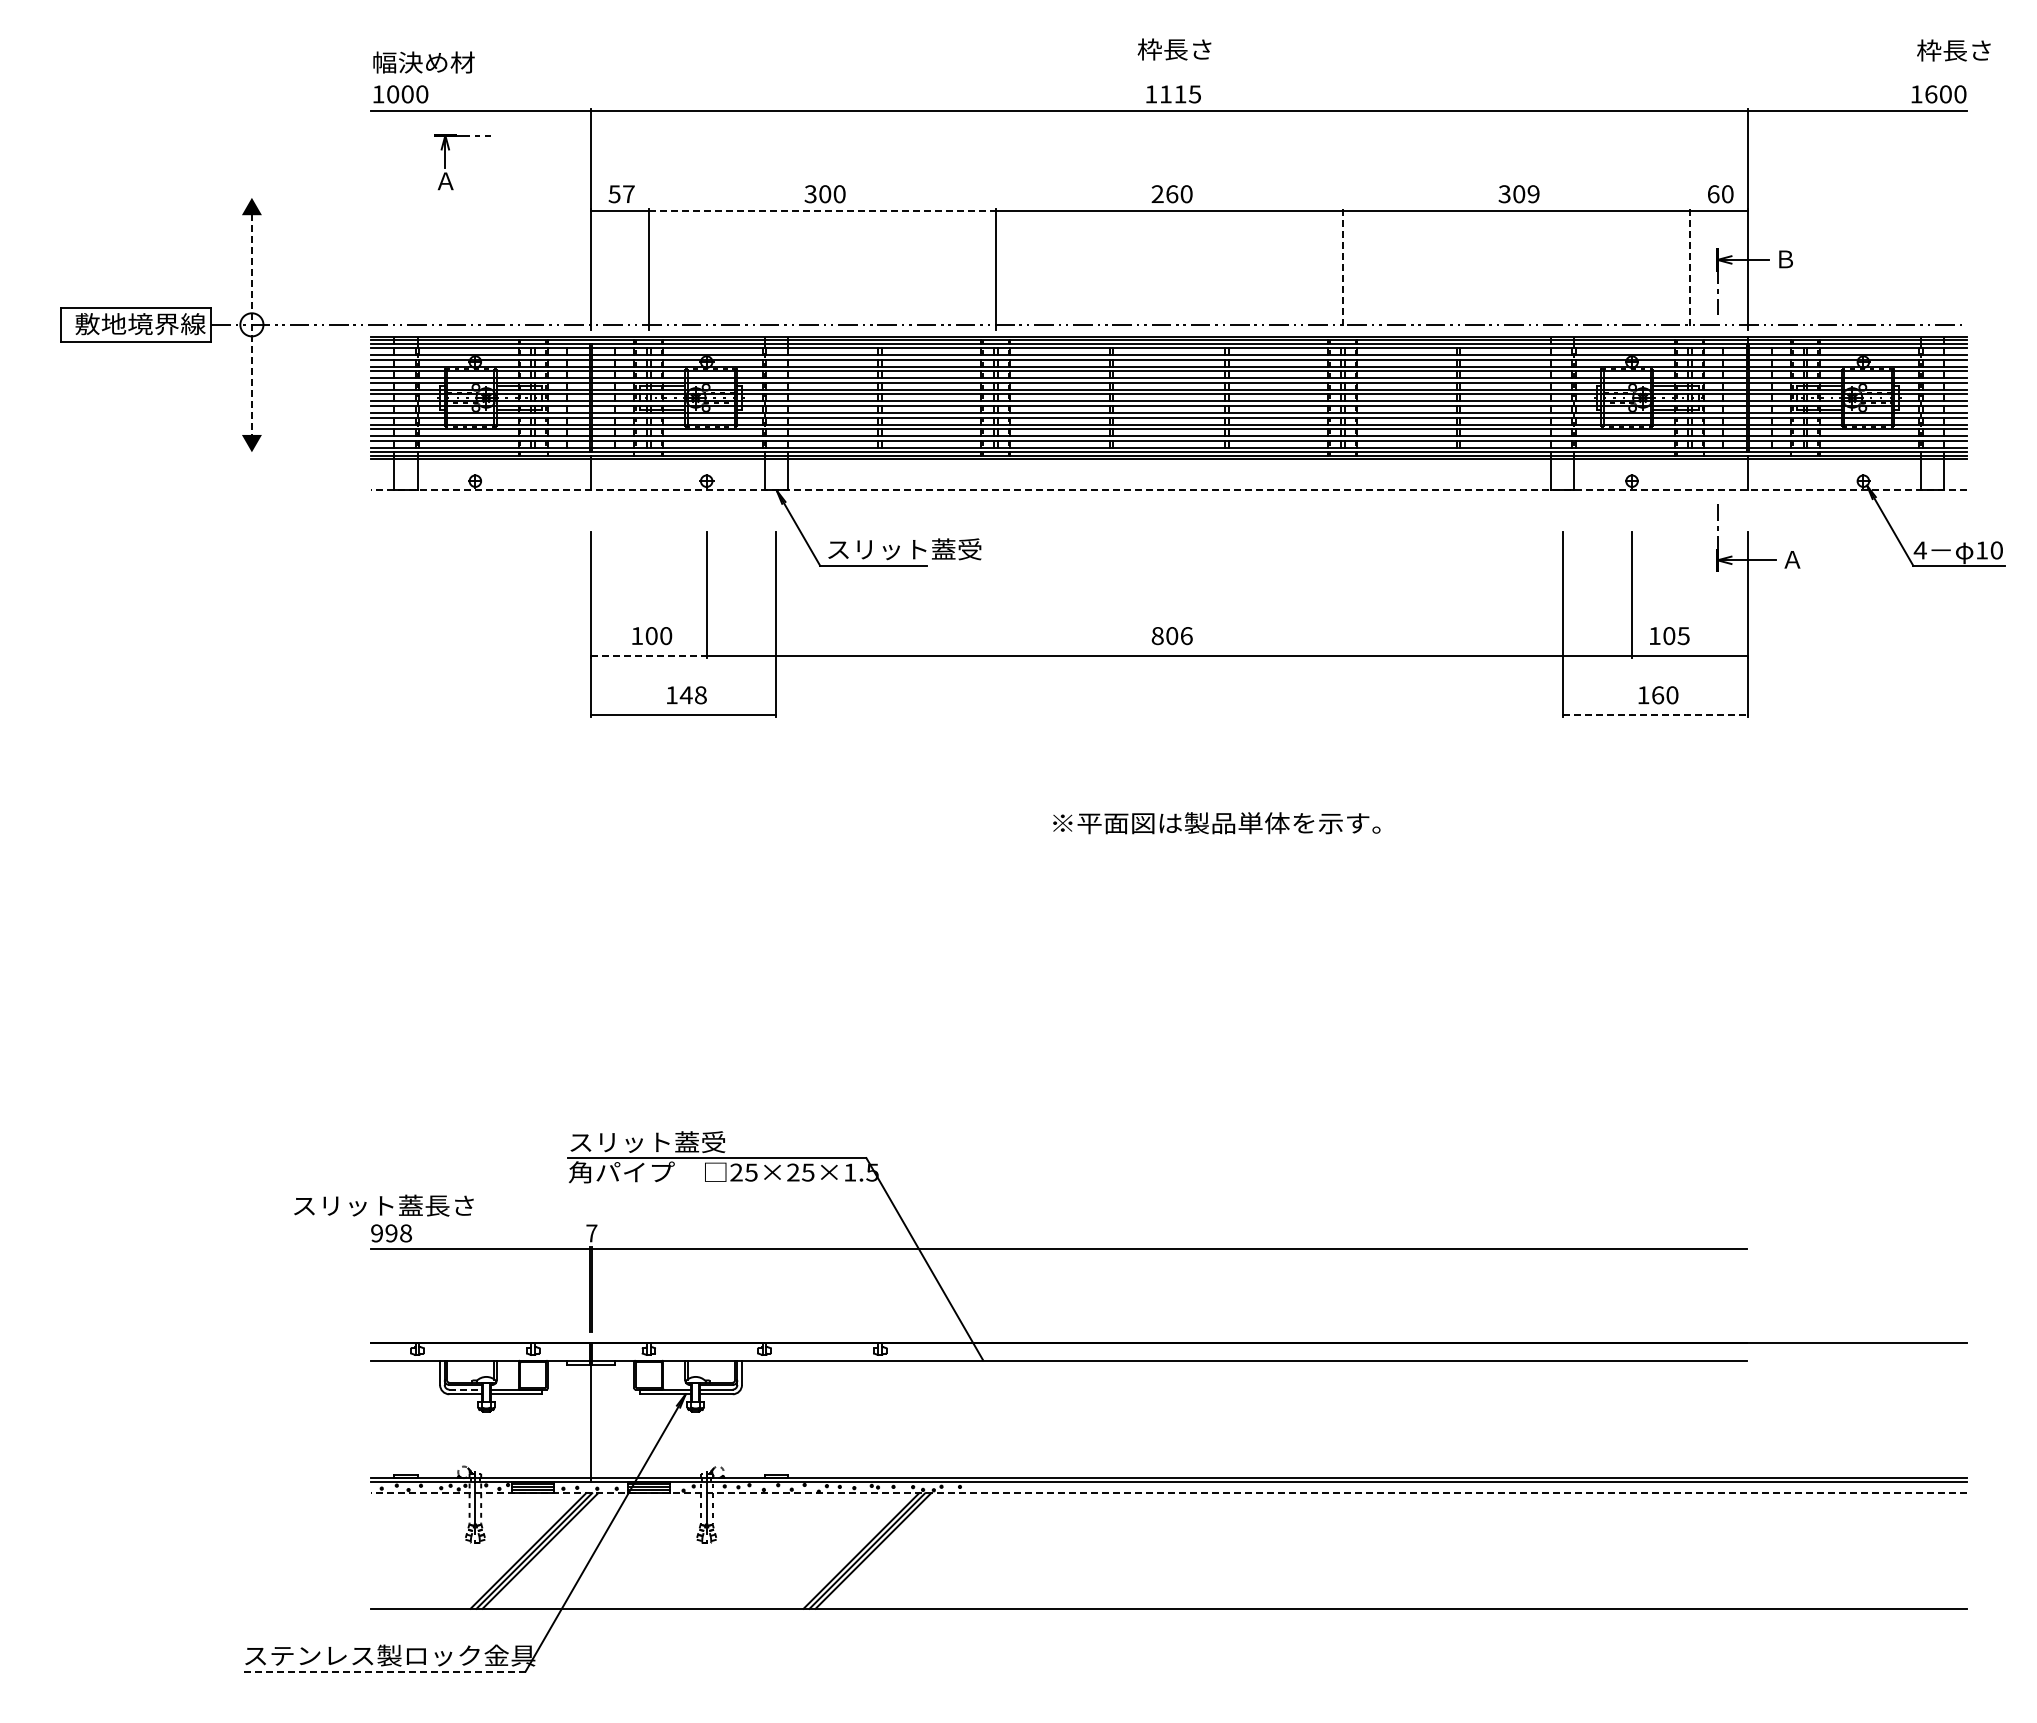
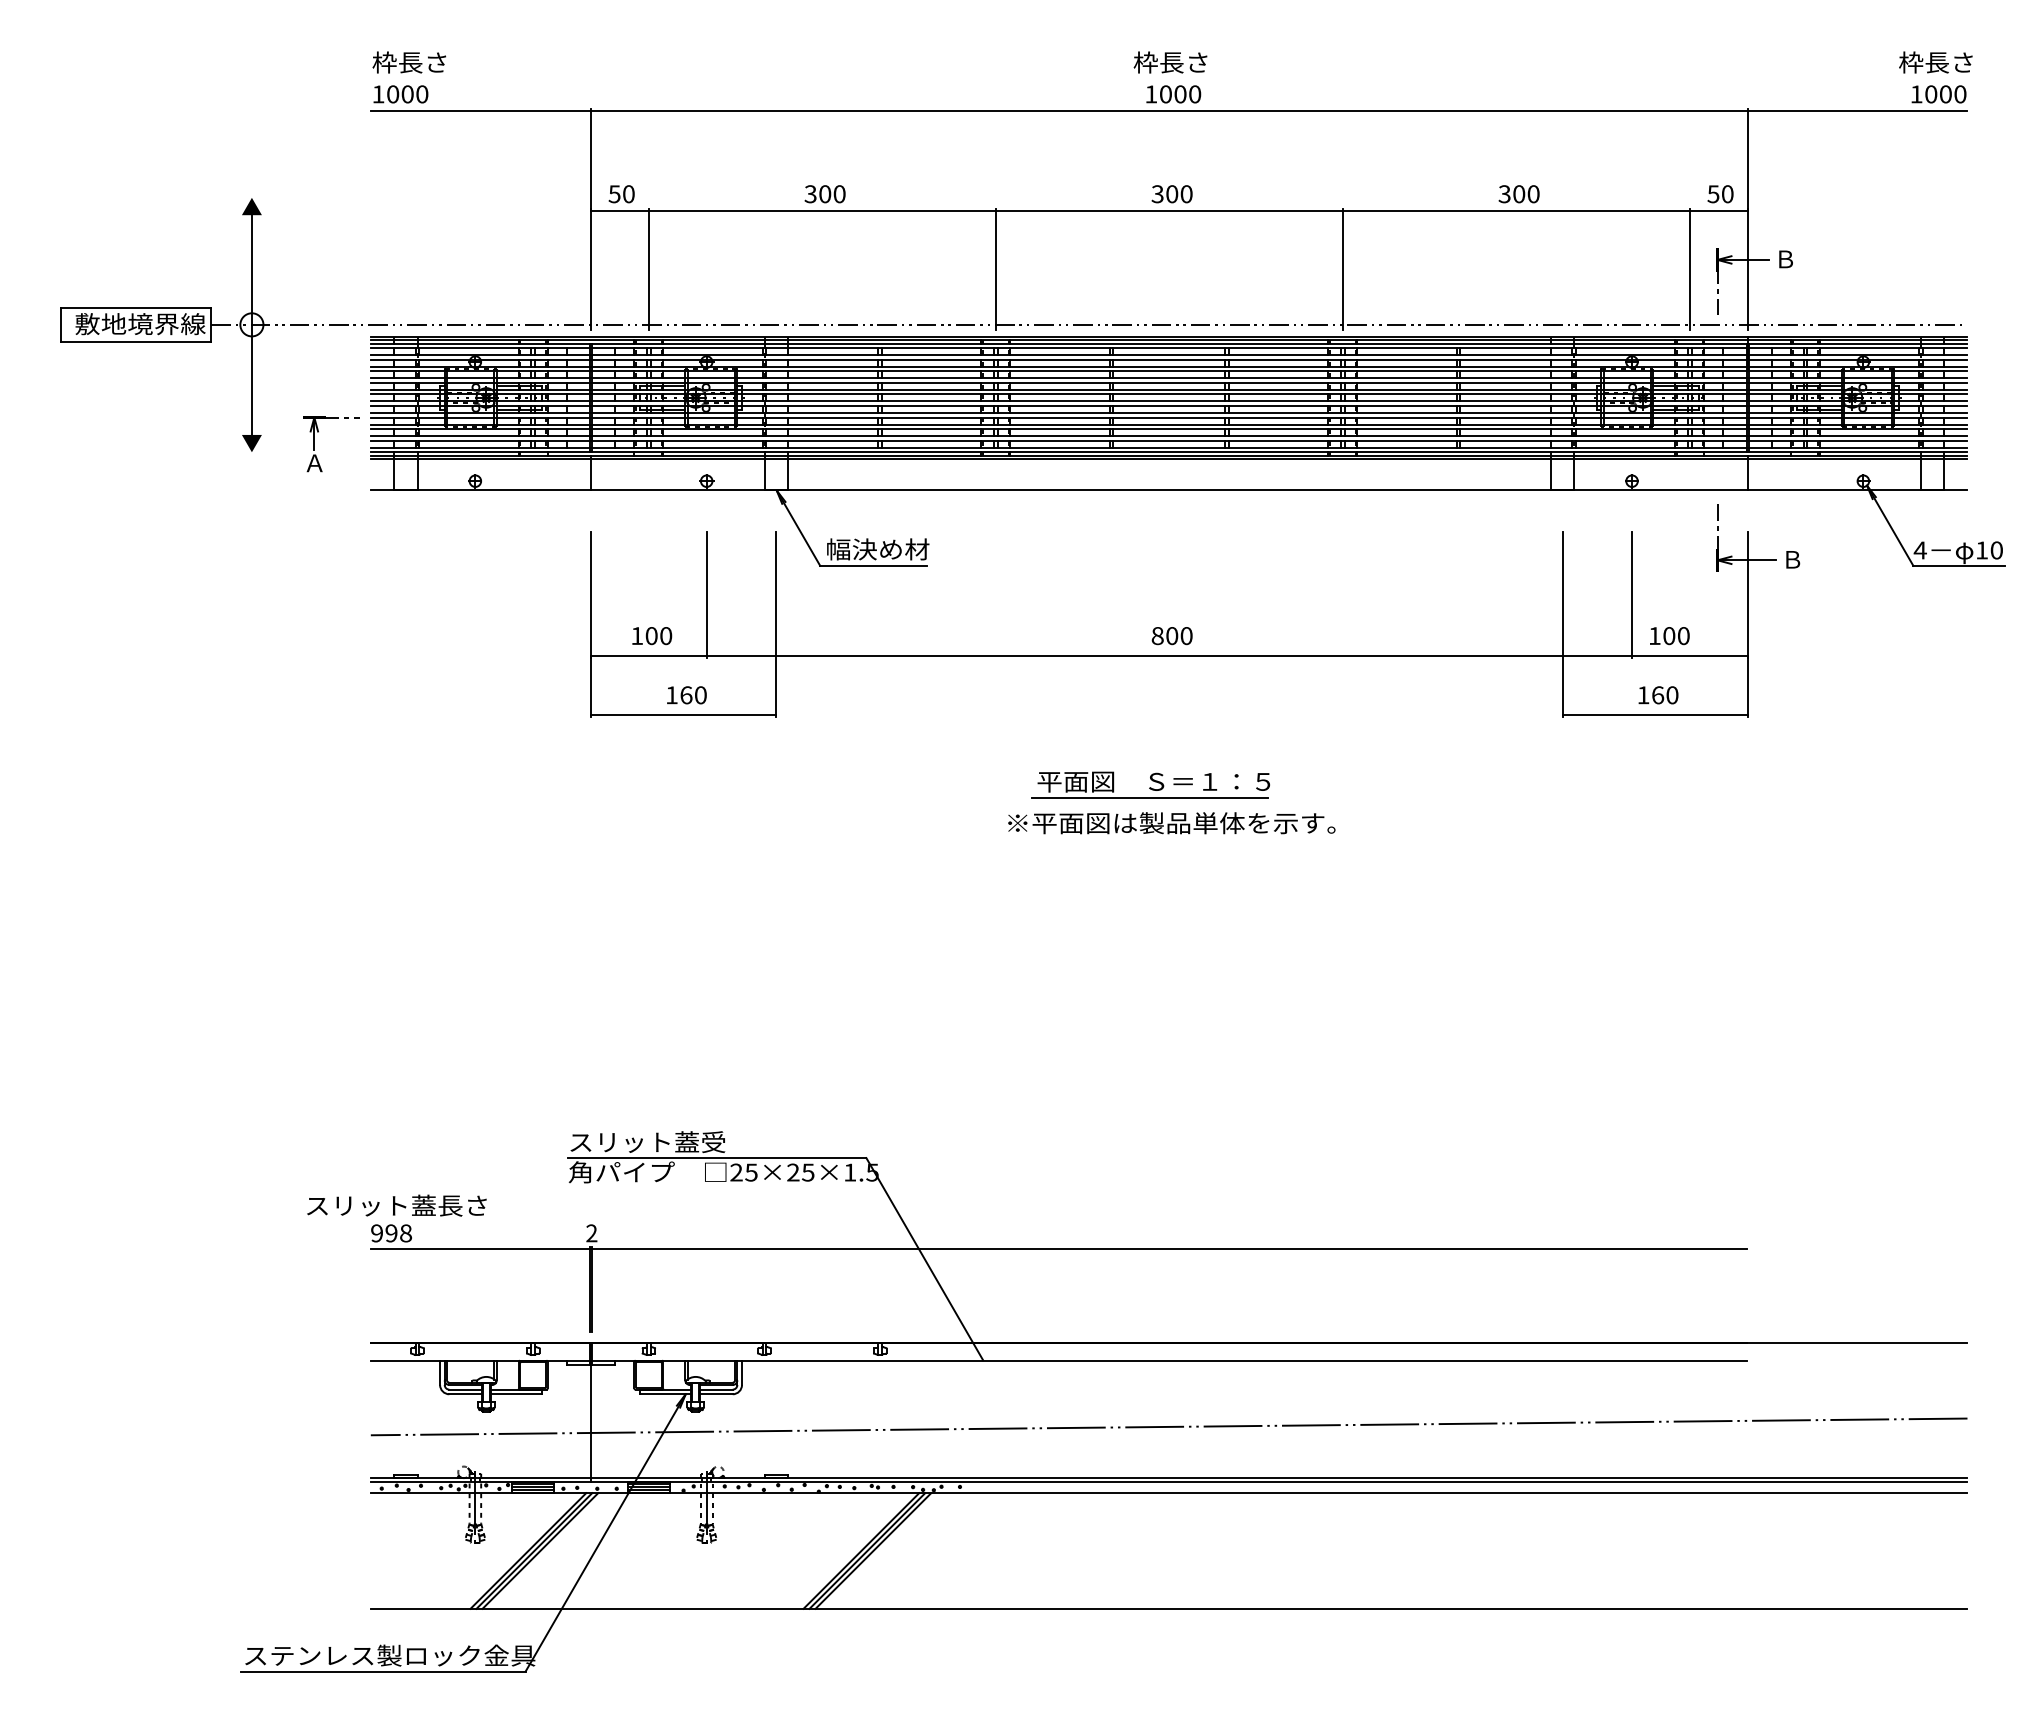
text at (1174, 49) position: (1174, 49) -> (1170, 62)
text at (1953, 50) position: (1953, 50) -> (1935, 62)
text at (423, 62): 幅決め材 -> 枠長さ
text at (1180, 94): 1115 -> 1000
text at (1931, 94): 1600 -> 1000
part at (445, 162) position: (445, 162) -> (314, 444)
text at (628, 194): 57 -> 50
text at (1164, 194): 260 -> 300
text at (1533, 194): 309 -> 300
text at (1713, 194): 60 -> 50
line at (822, 210): dashed -> solid
line at (1342, 269): dashed -> solid
line at (1689, 269): dashed -> solid
line at (251, 325): dashed -> solid
line at (1168, 490): dashed -> solid
text at (904, 549): スリット蓋受 -> 幅決め材
text at (1792, 559): Ａ -> Ｂ
text at (1186, 635): 806 -> 800
text at (1683, 635): 105 -> 100
line at (648, 655): dashed -> solid
text at (692, 695): 148 -> 160
line at (1655, 714): dashed -> solid
part at (1150, 784): none -> present
text at (1216, 823) position: (1216, 823) -> (1171, 823)
text at (383, 1205) position: (383, 1205) -> (396, 1205)
text at (591, 1233): 7 -> 2
line at (466, 1389): dashed -> solid
line at (1168, 1426): none -> present
line at (1168, 1493): dashed -> solid
line at (383, 1671): dashed -> solid
